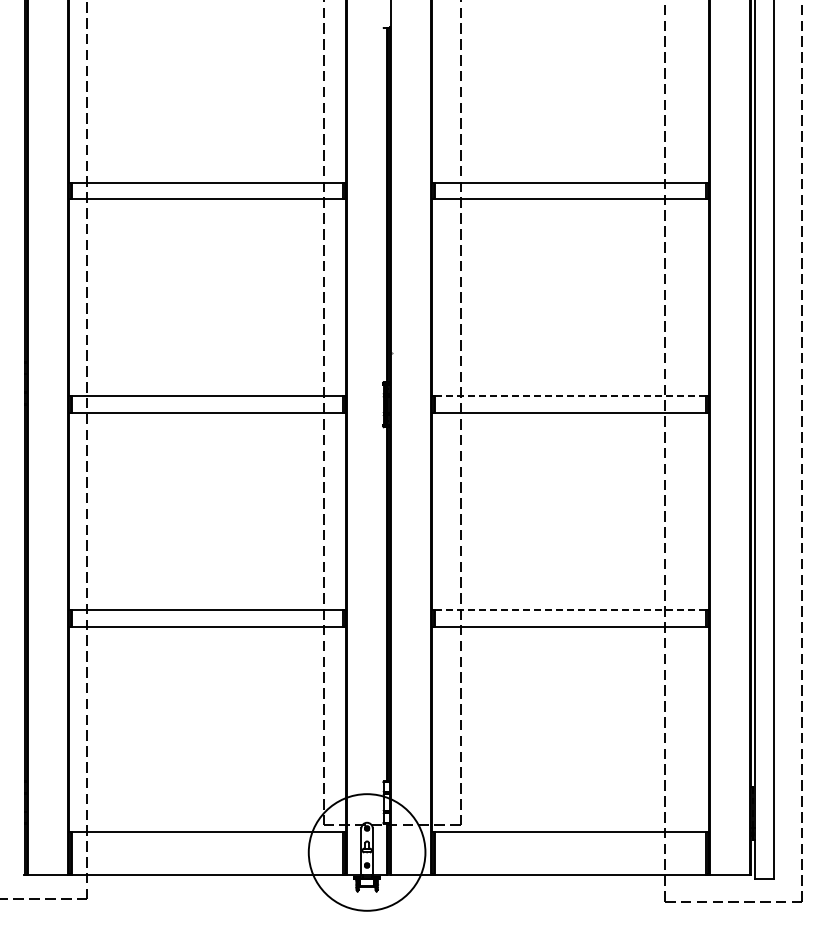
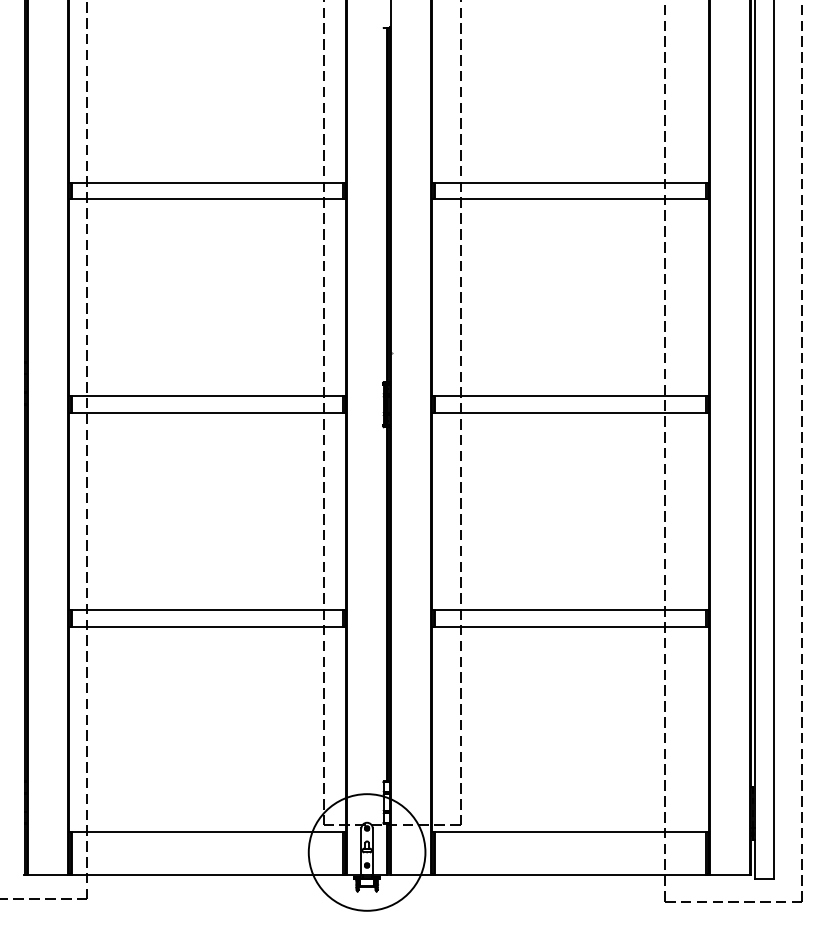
line at (570, 396): dashed -> solid
line at (570, 610): dashed -> solid
